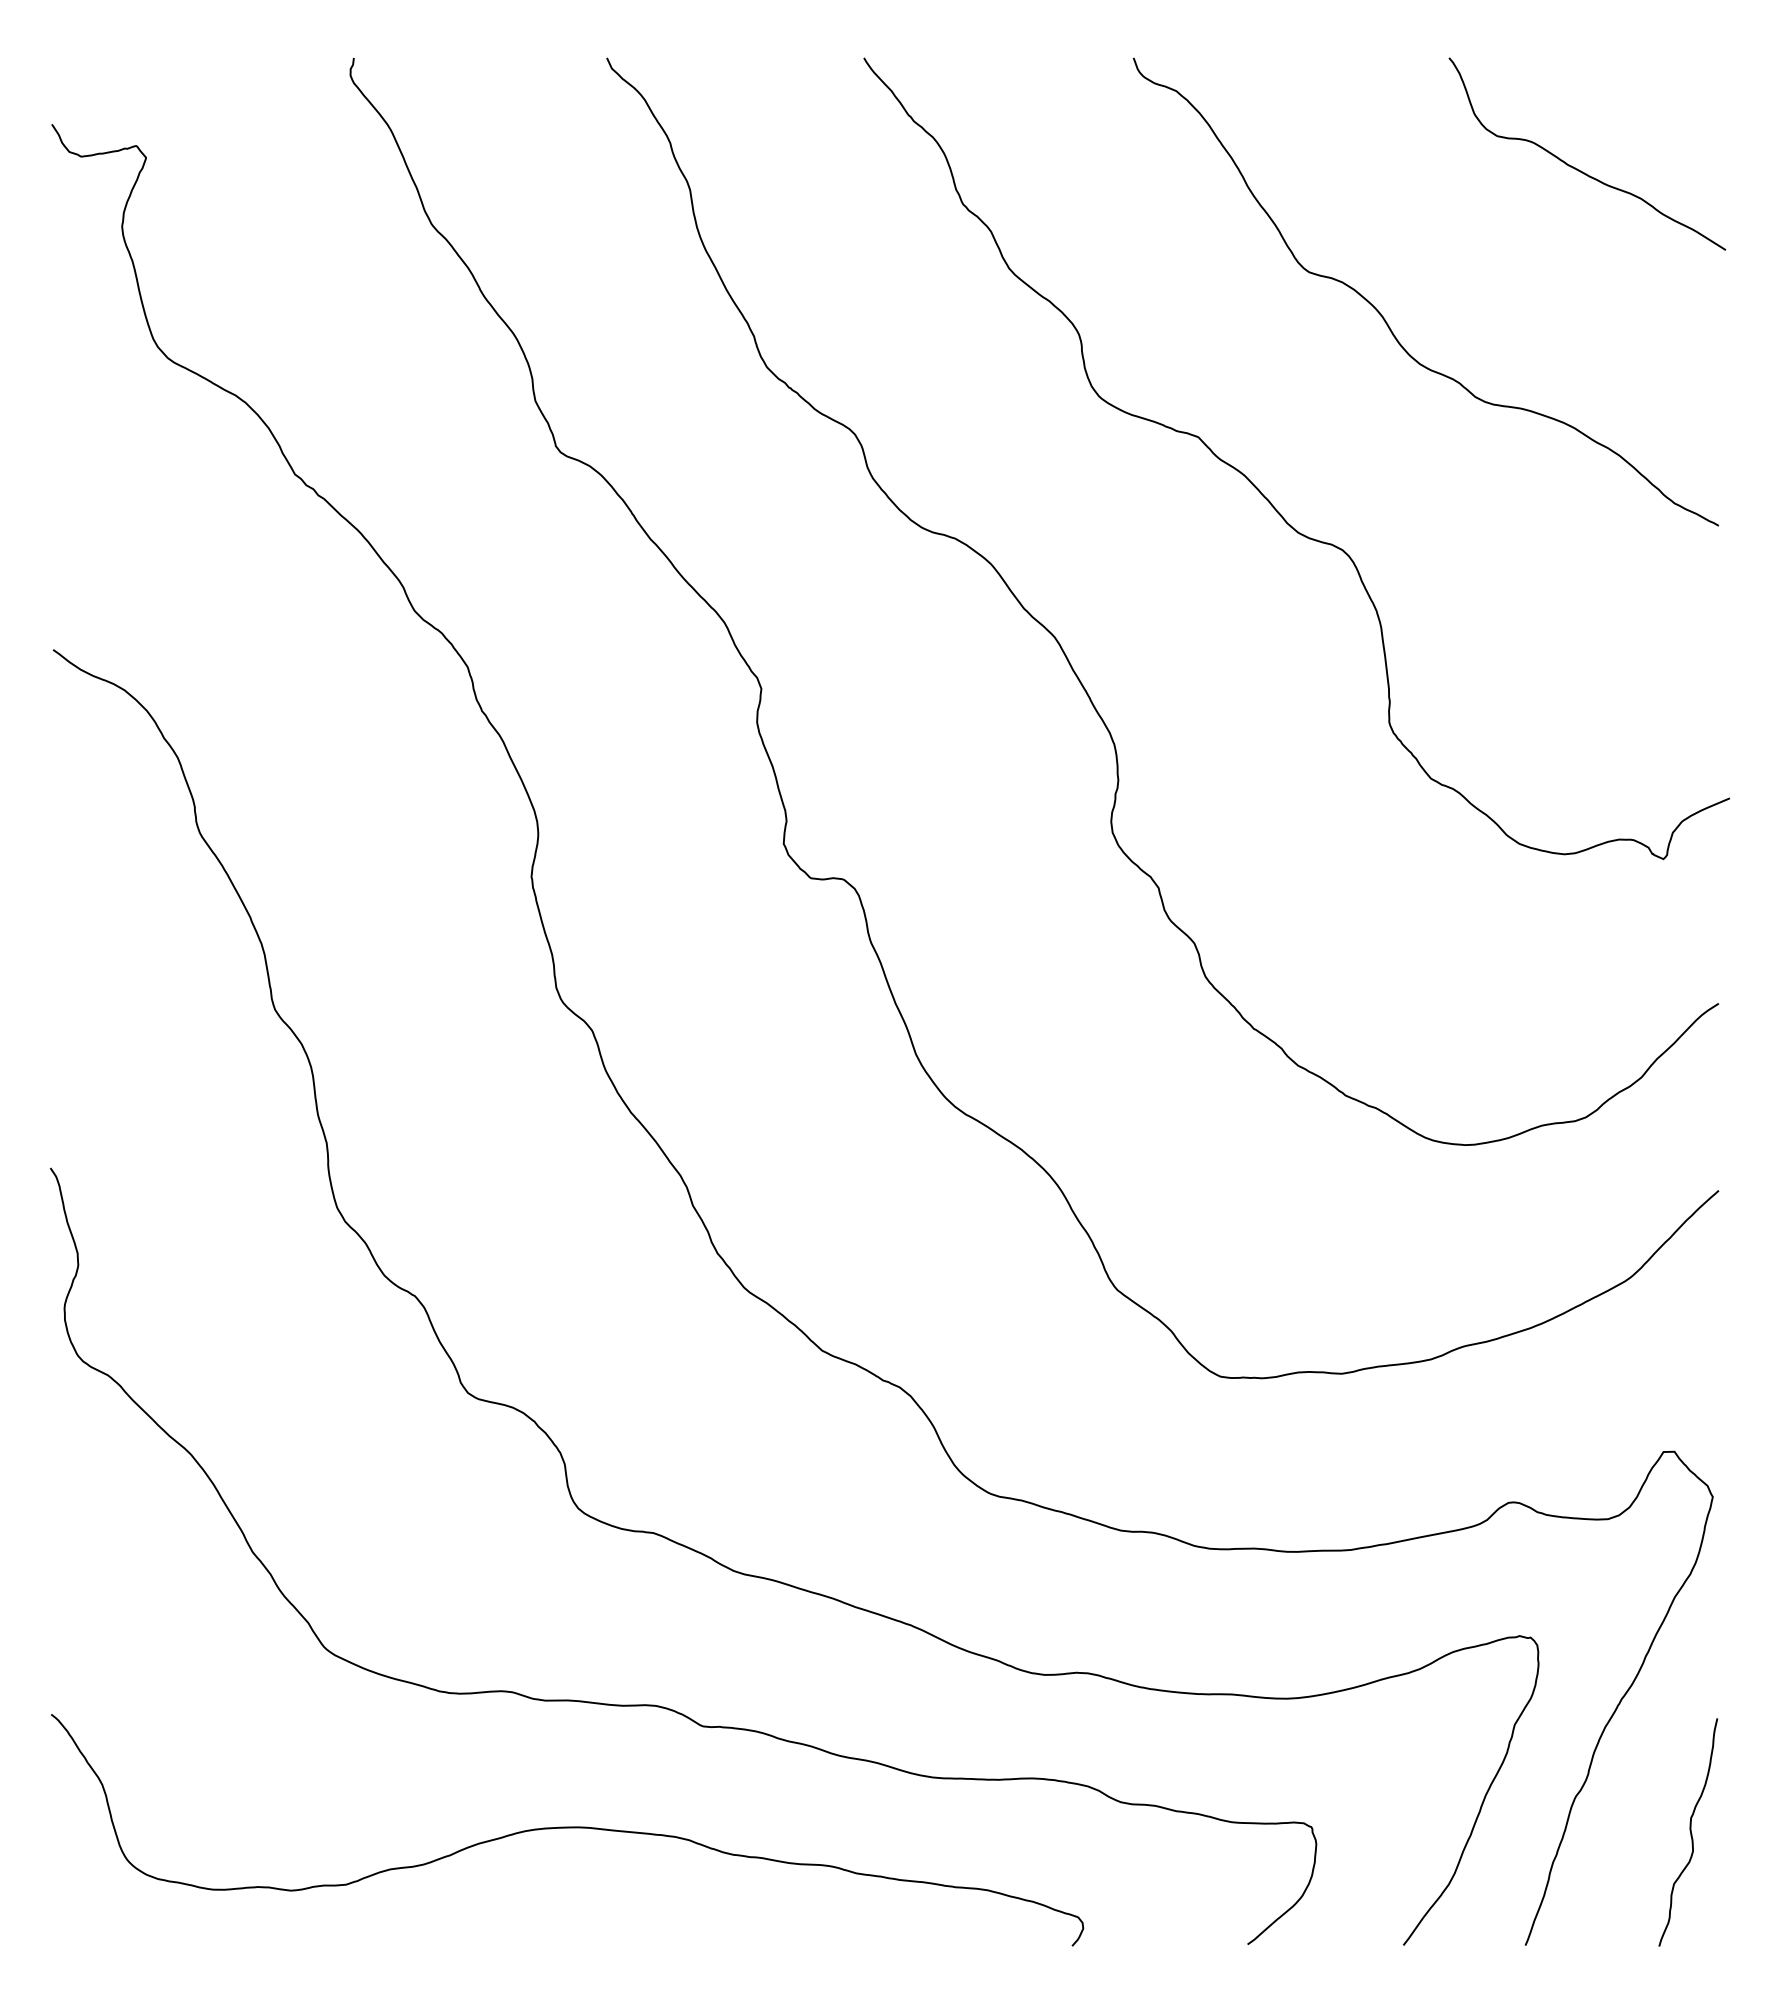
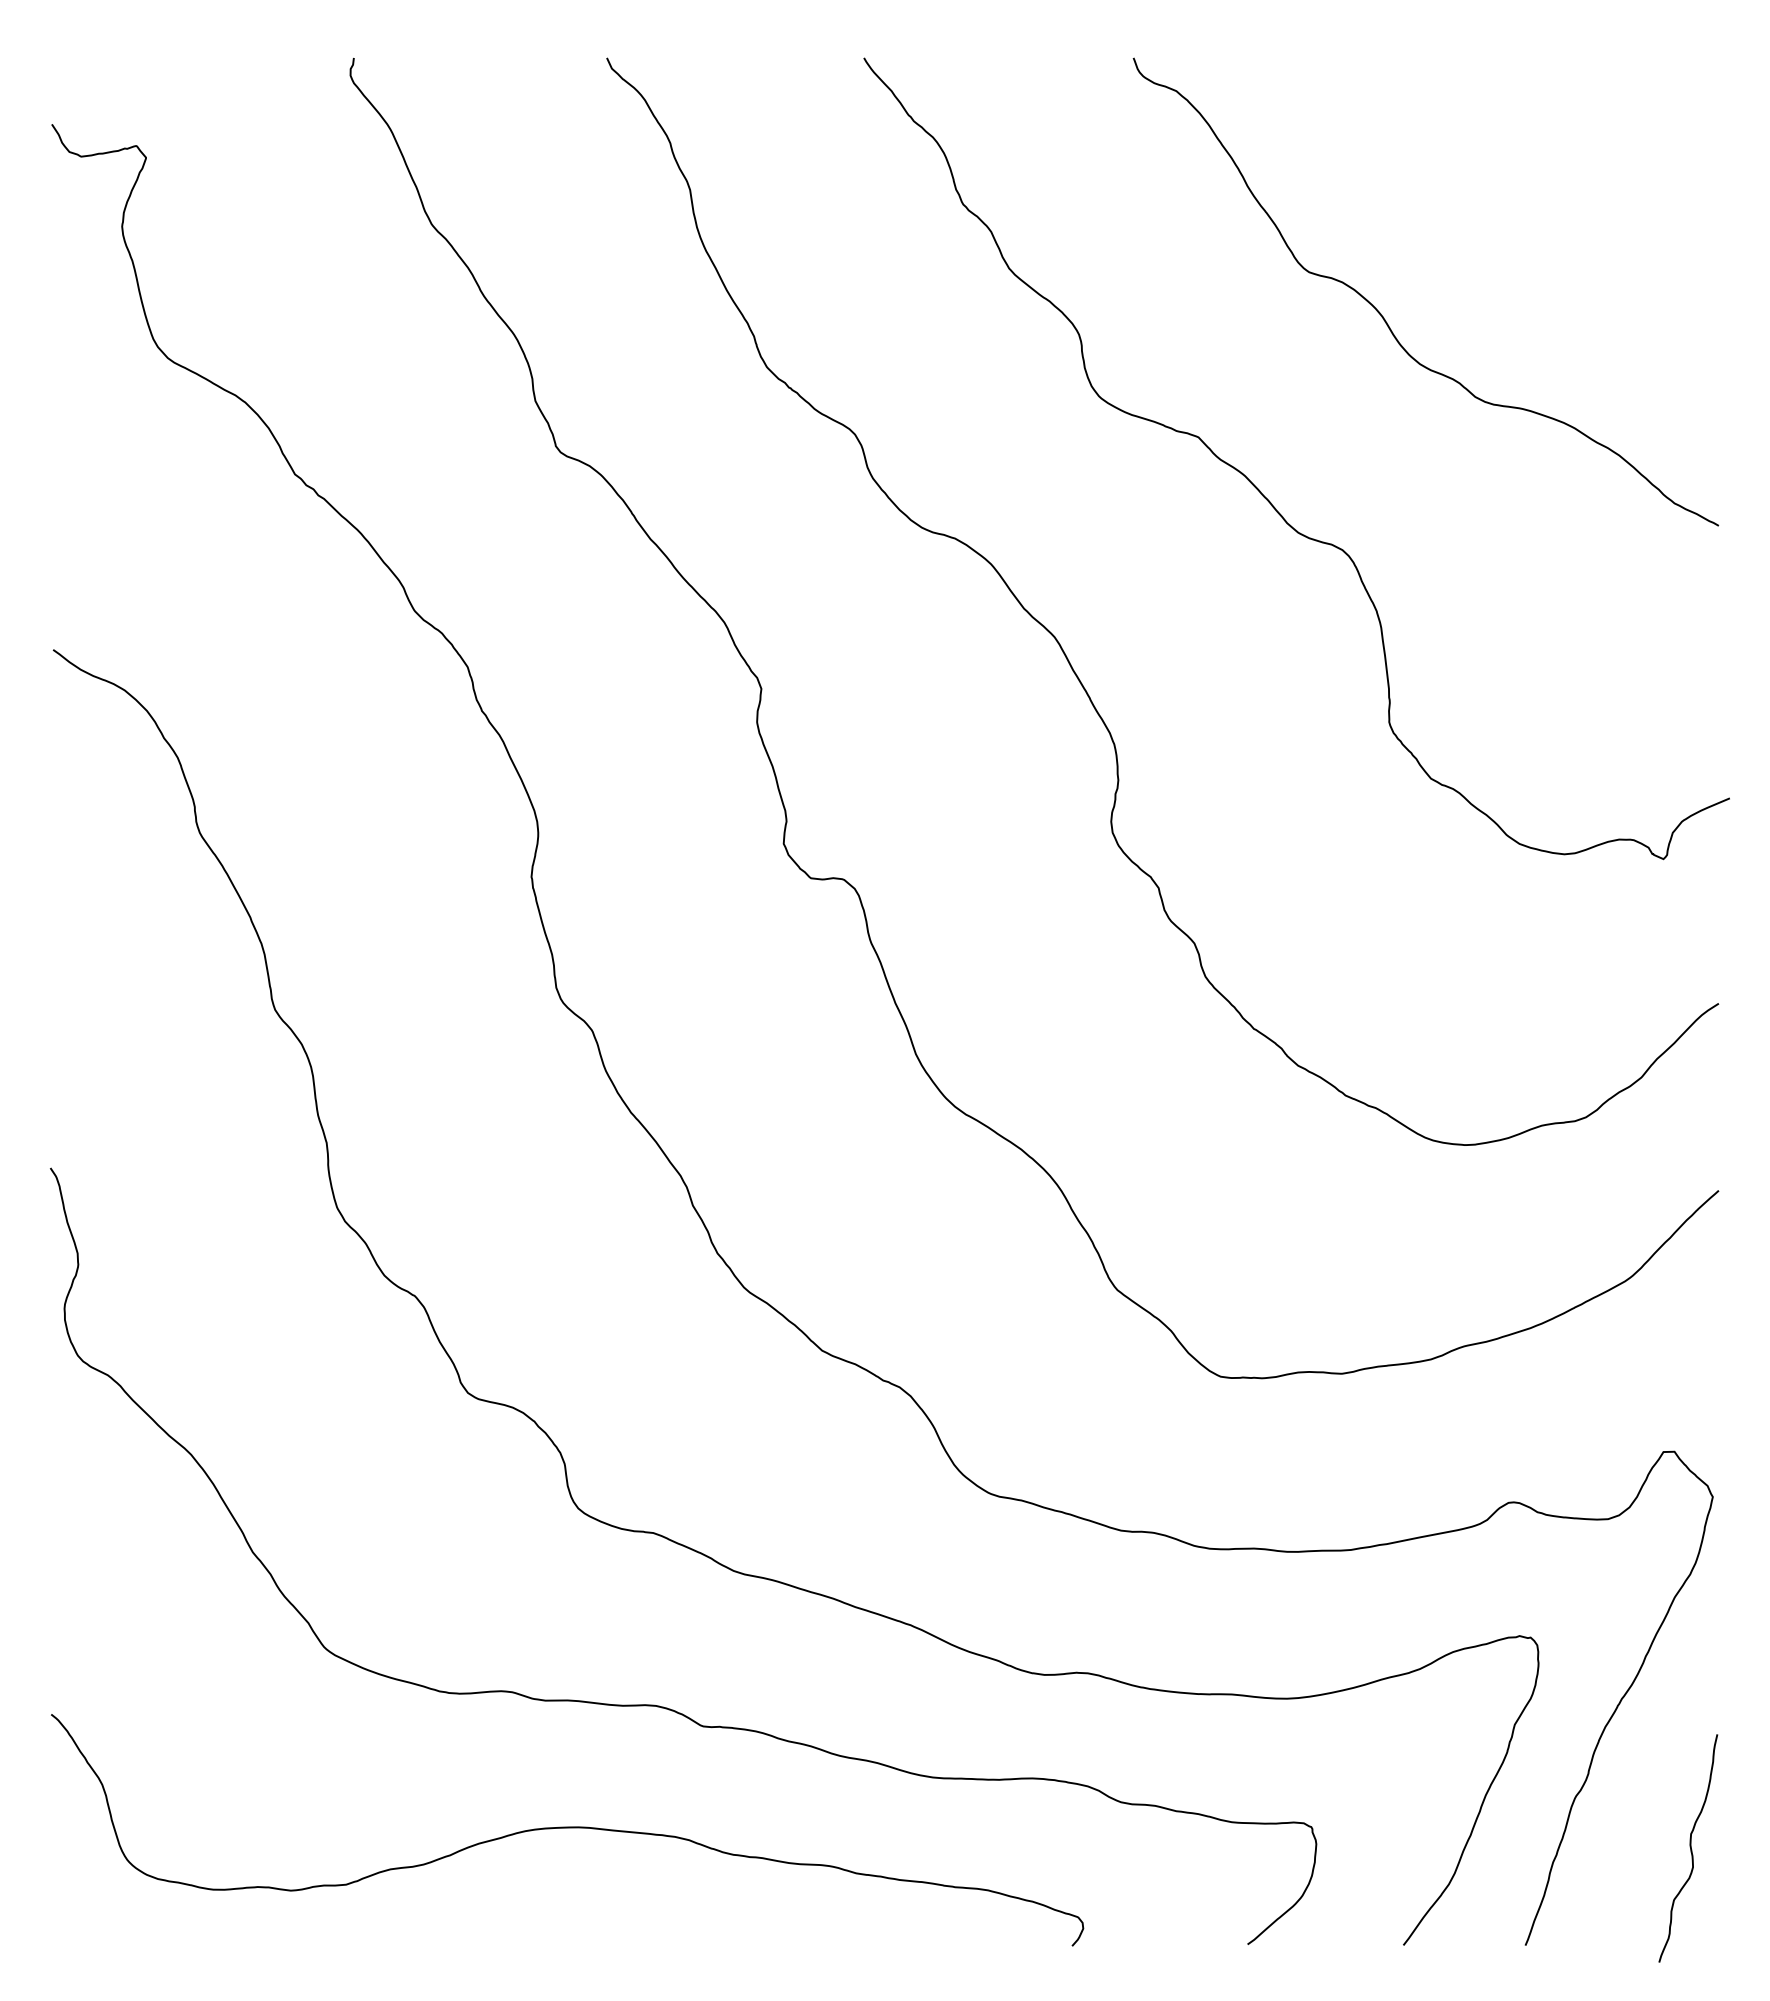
curve at (1579, 169): present -> none
curve at (1690, 1832) position: (1690, 1832) -> (1690, 1848)
